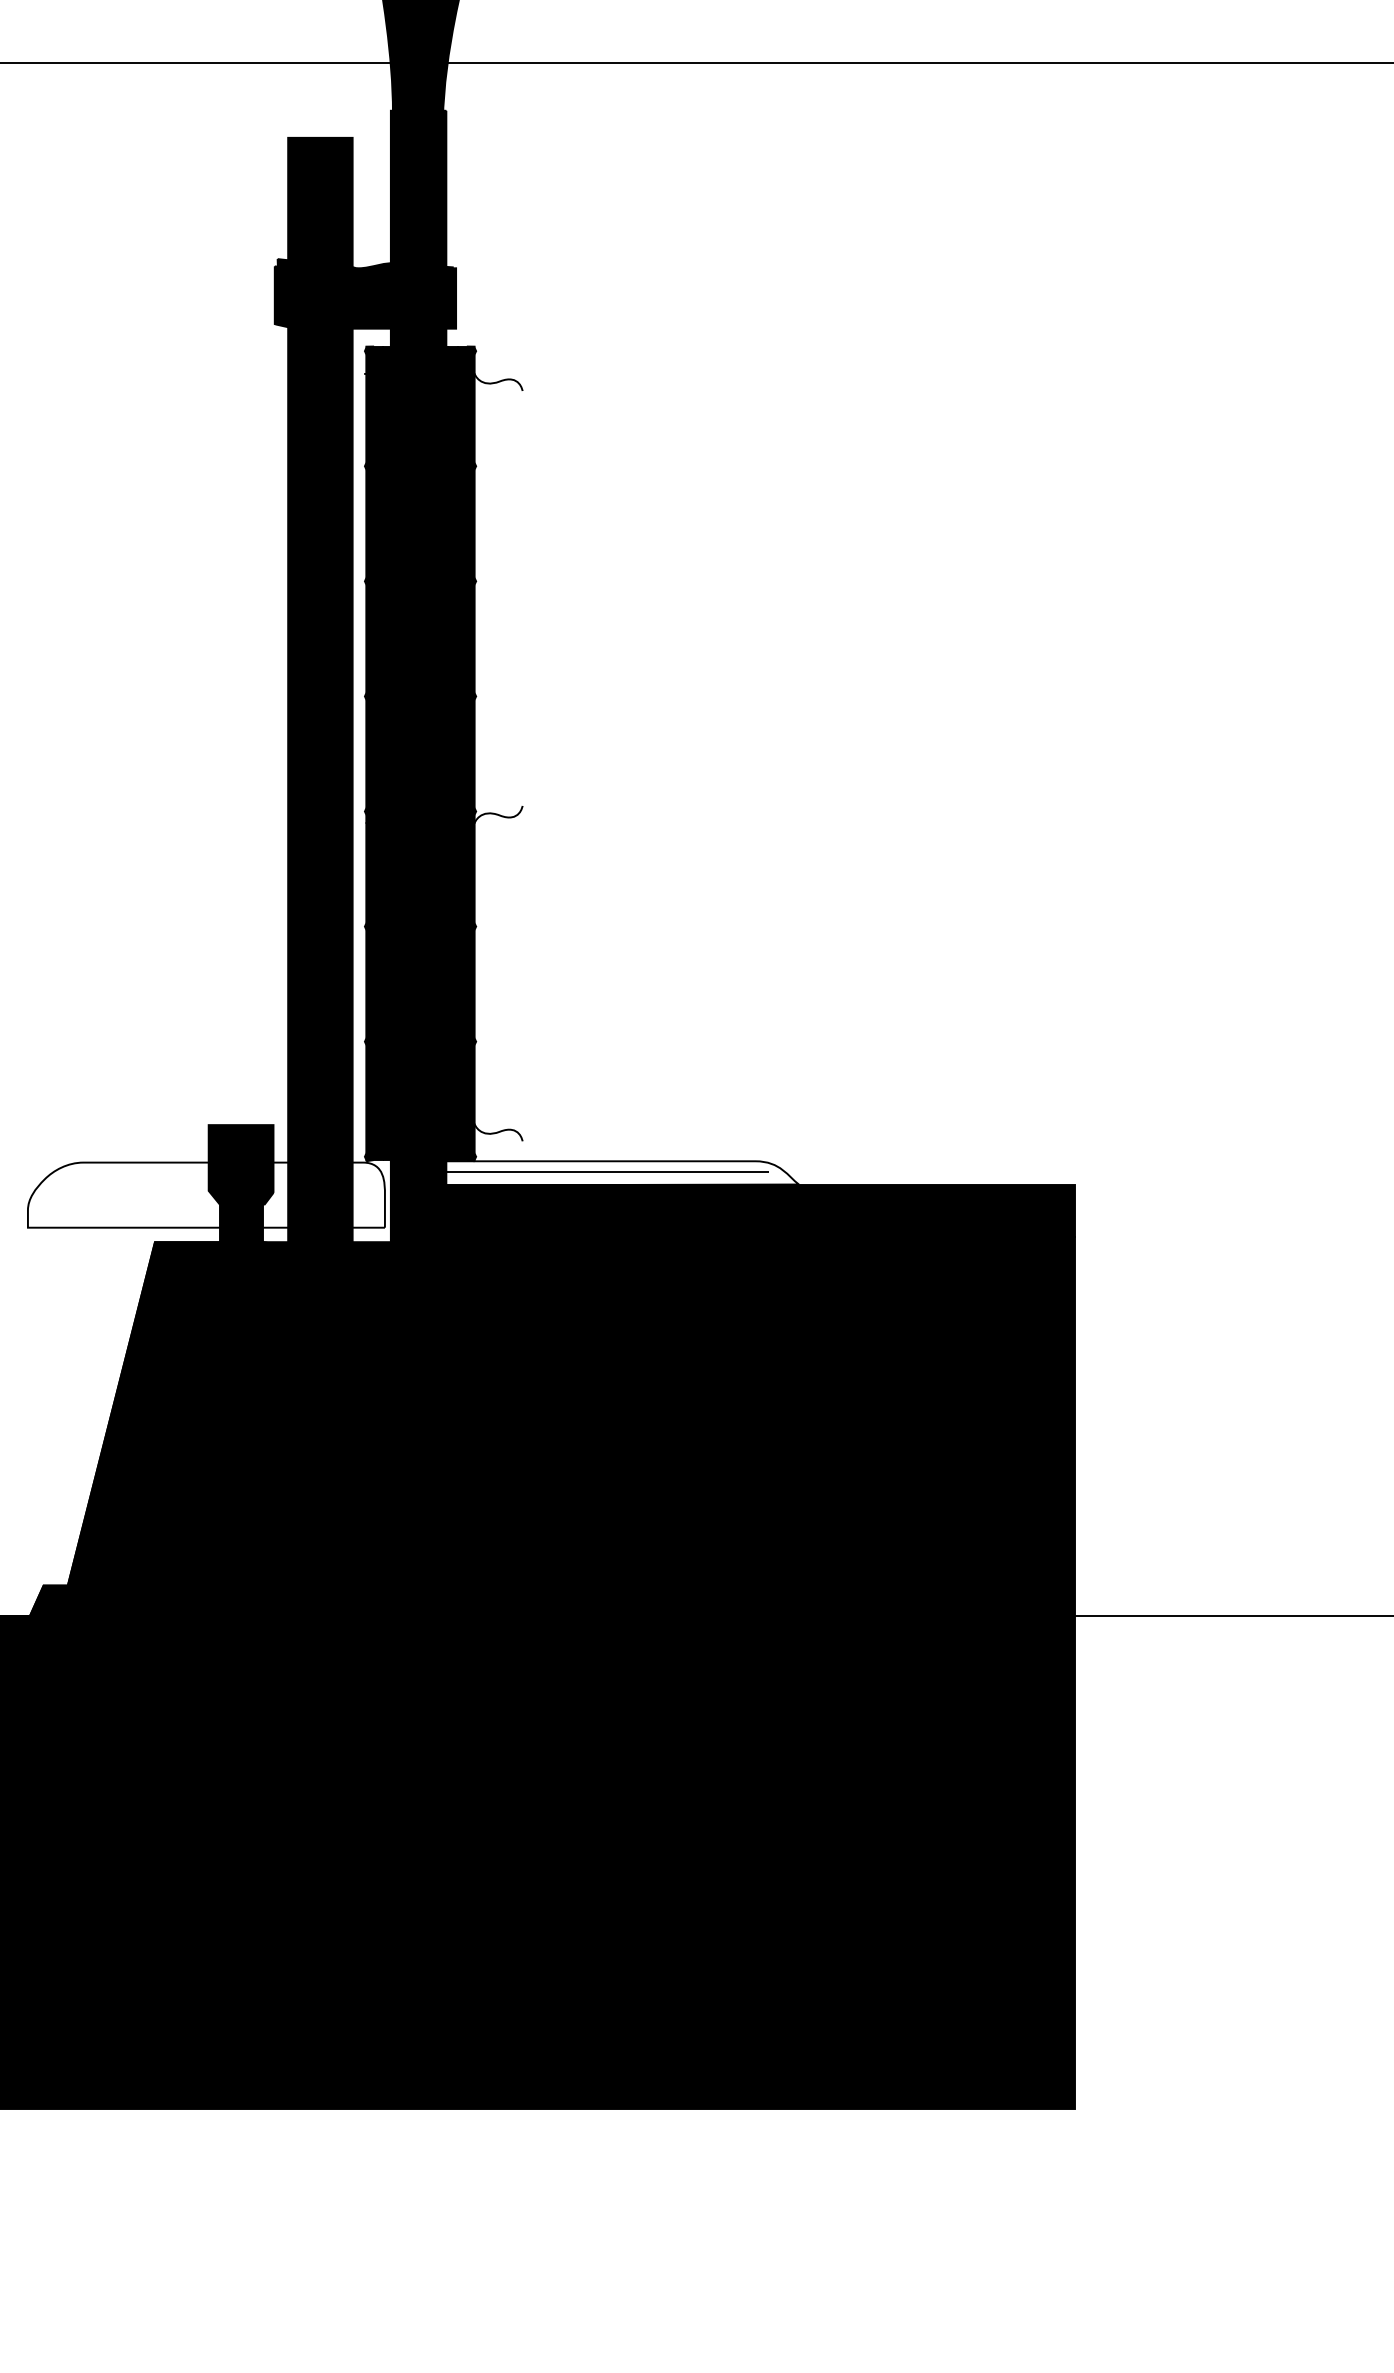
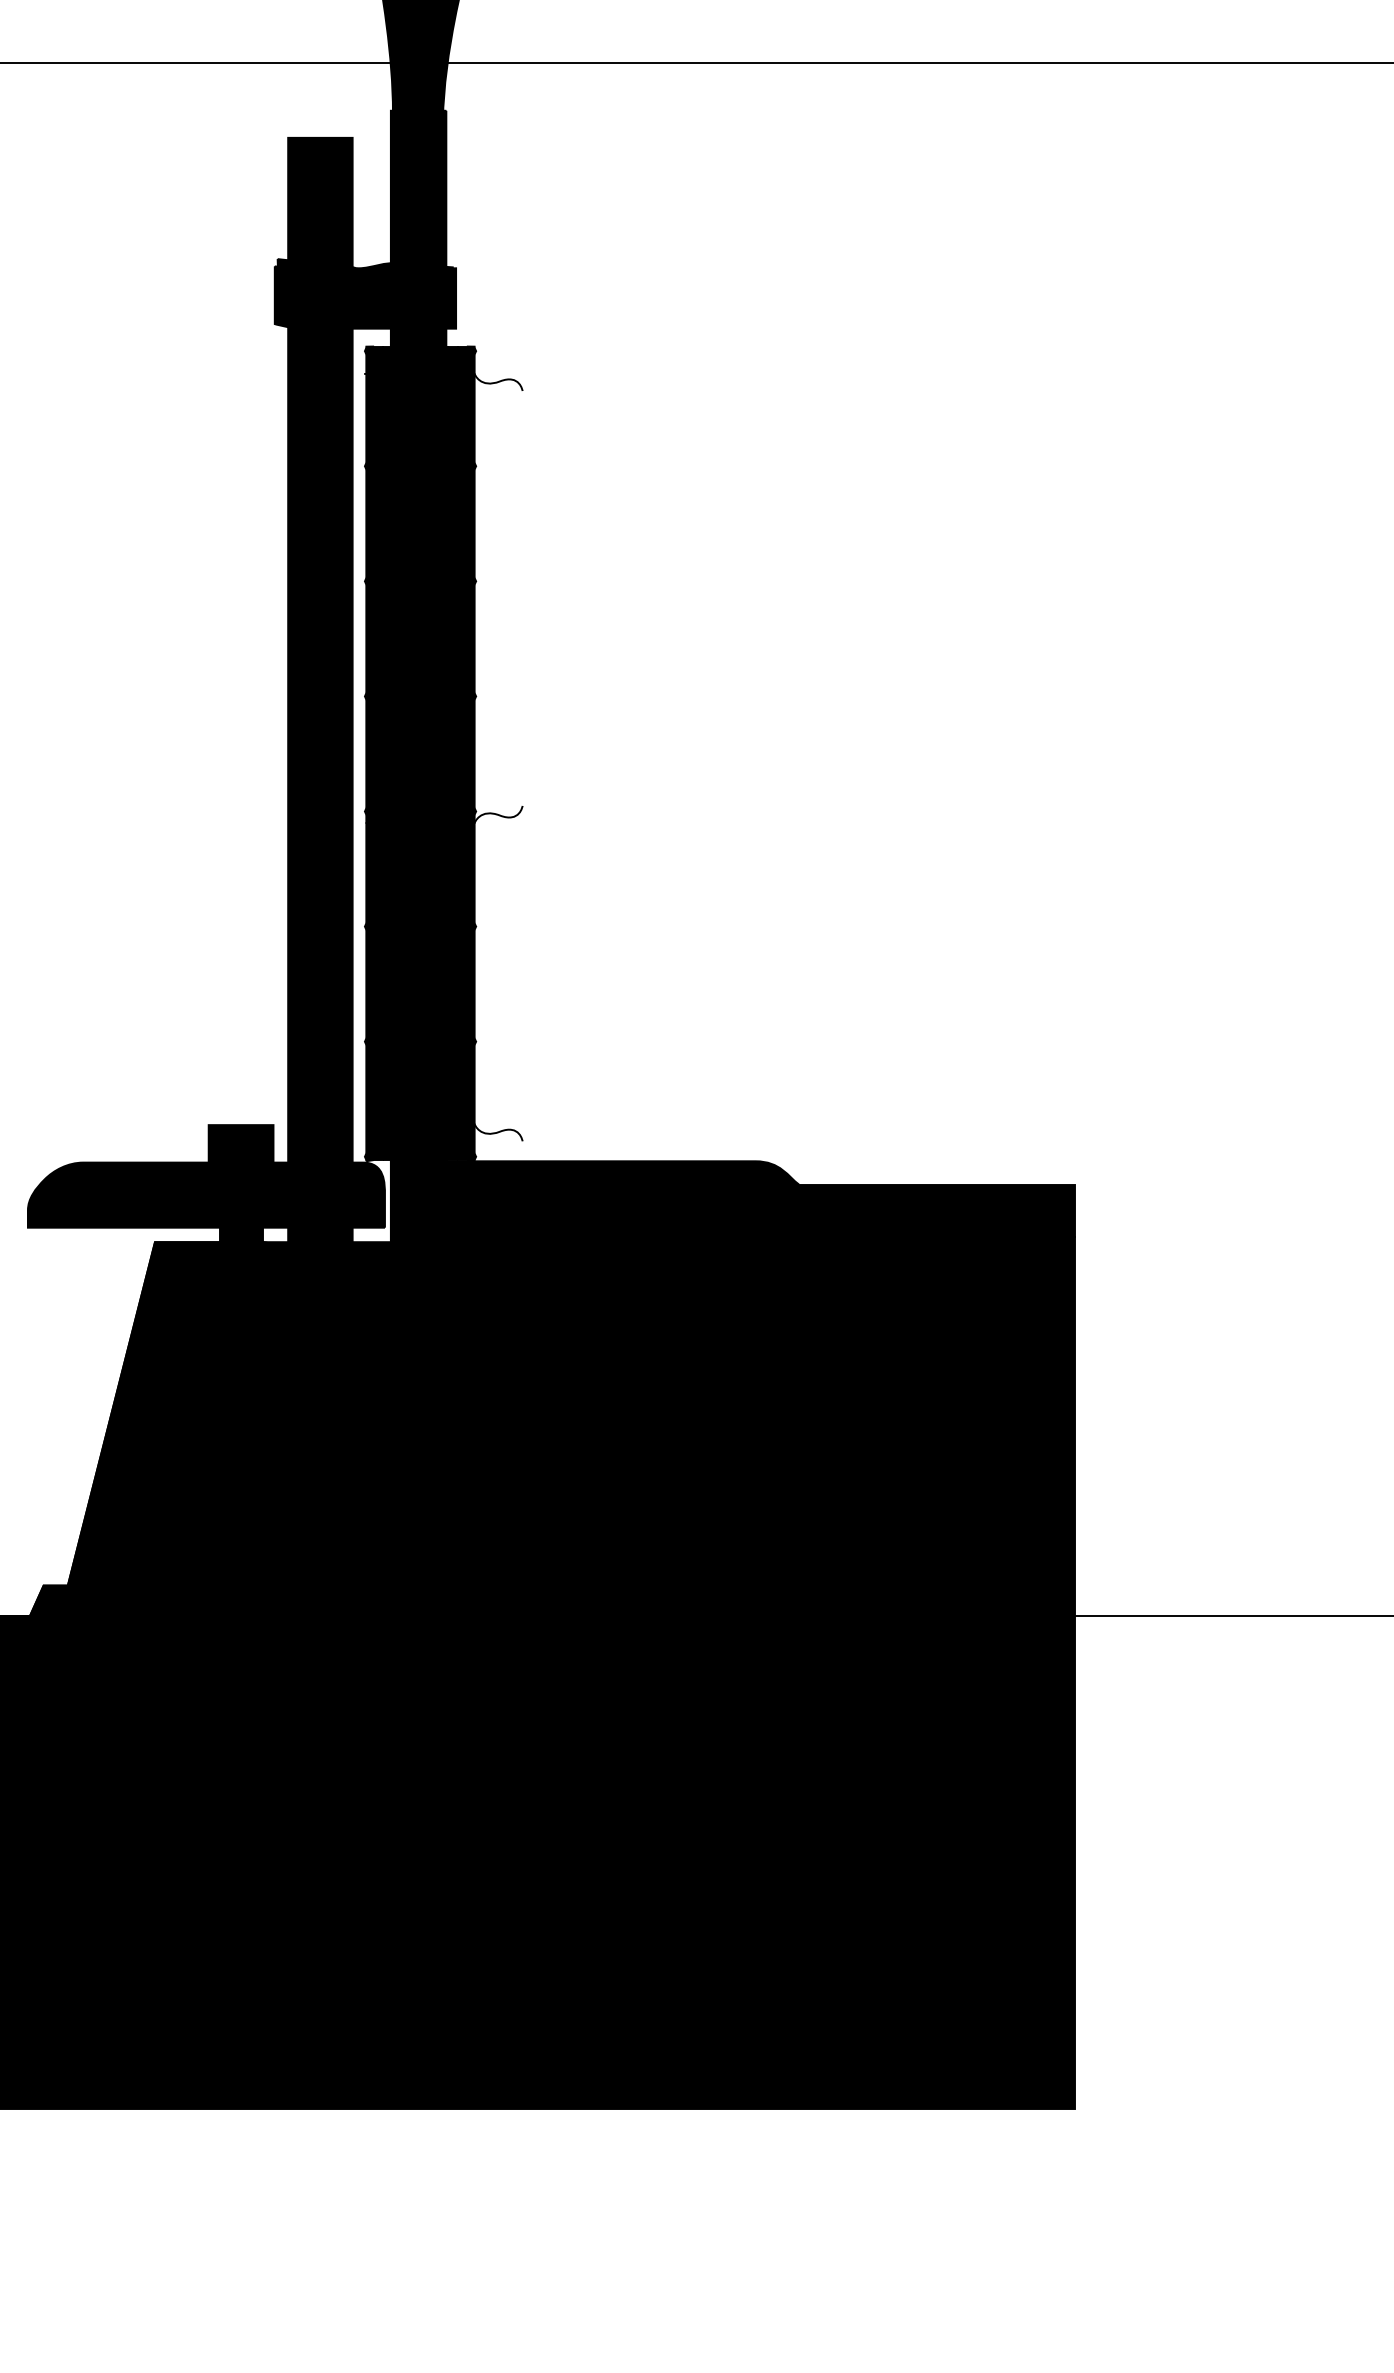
fill at (608, 1173): none -> present
fill at (205, 1194): none -> present
